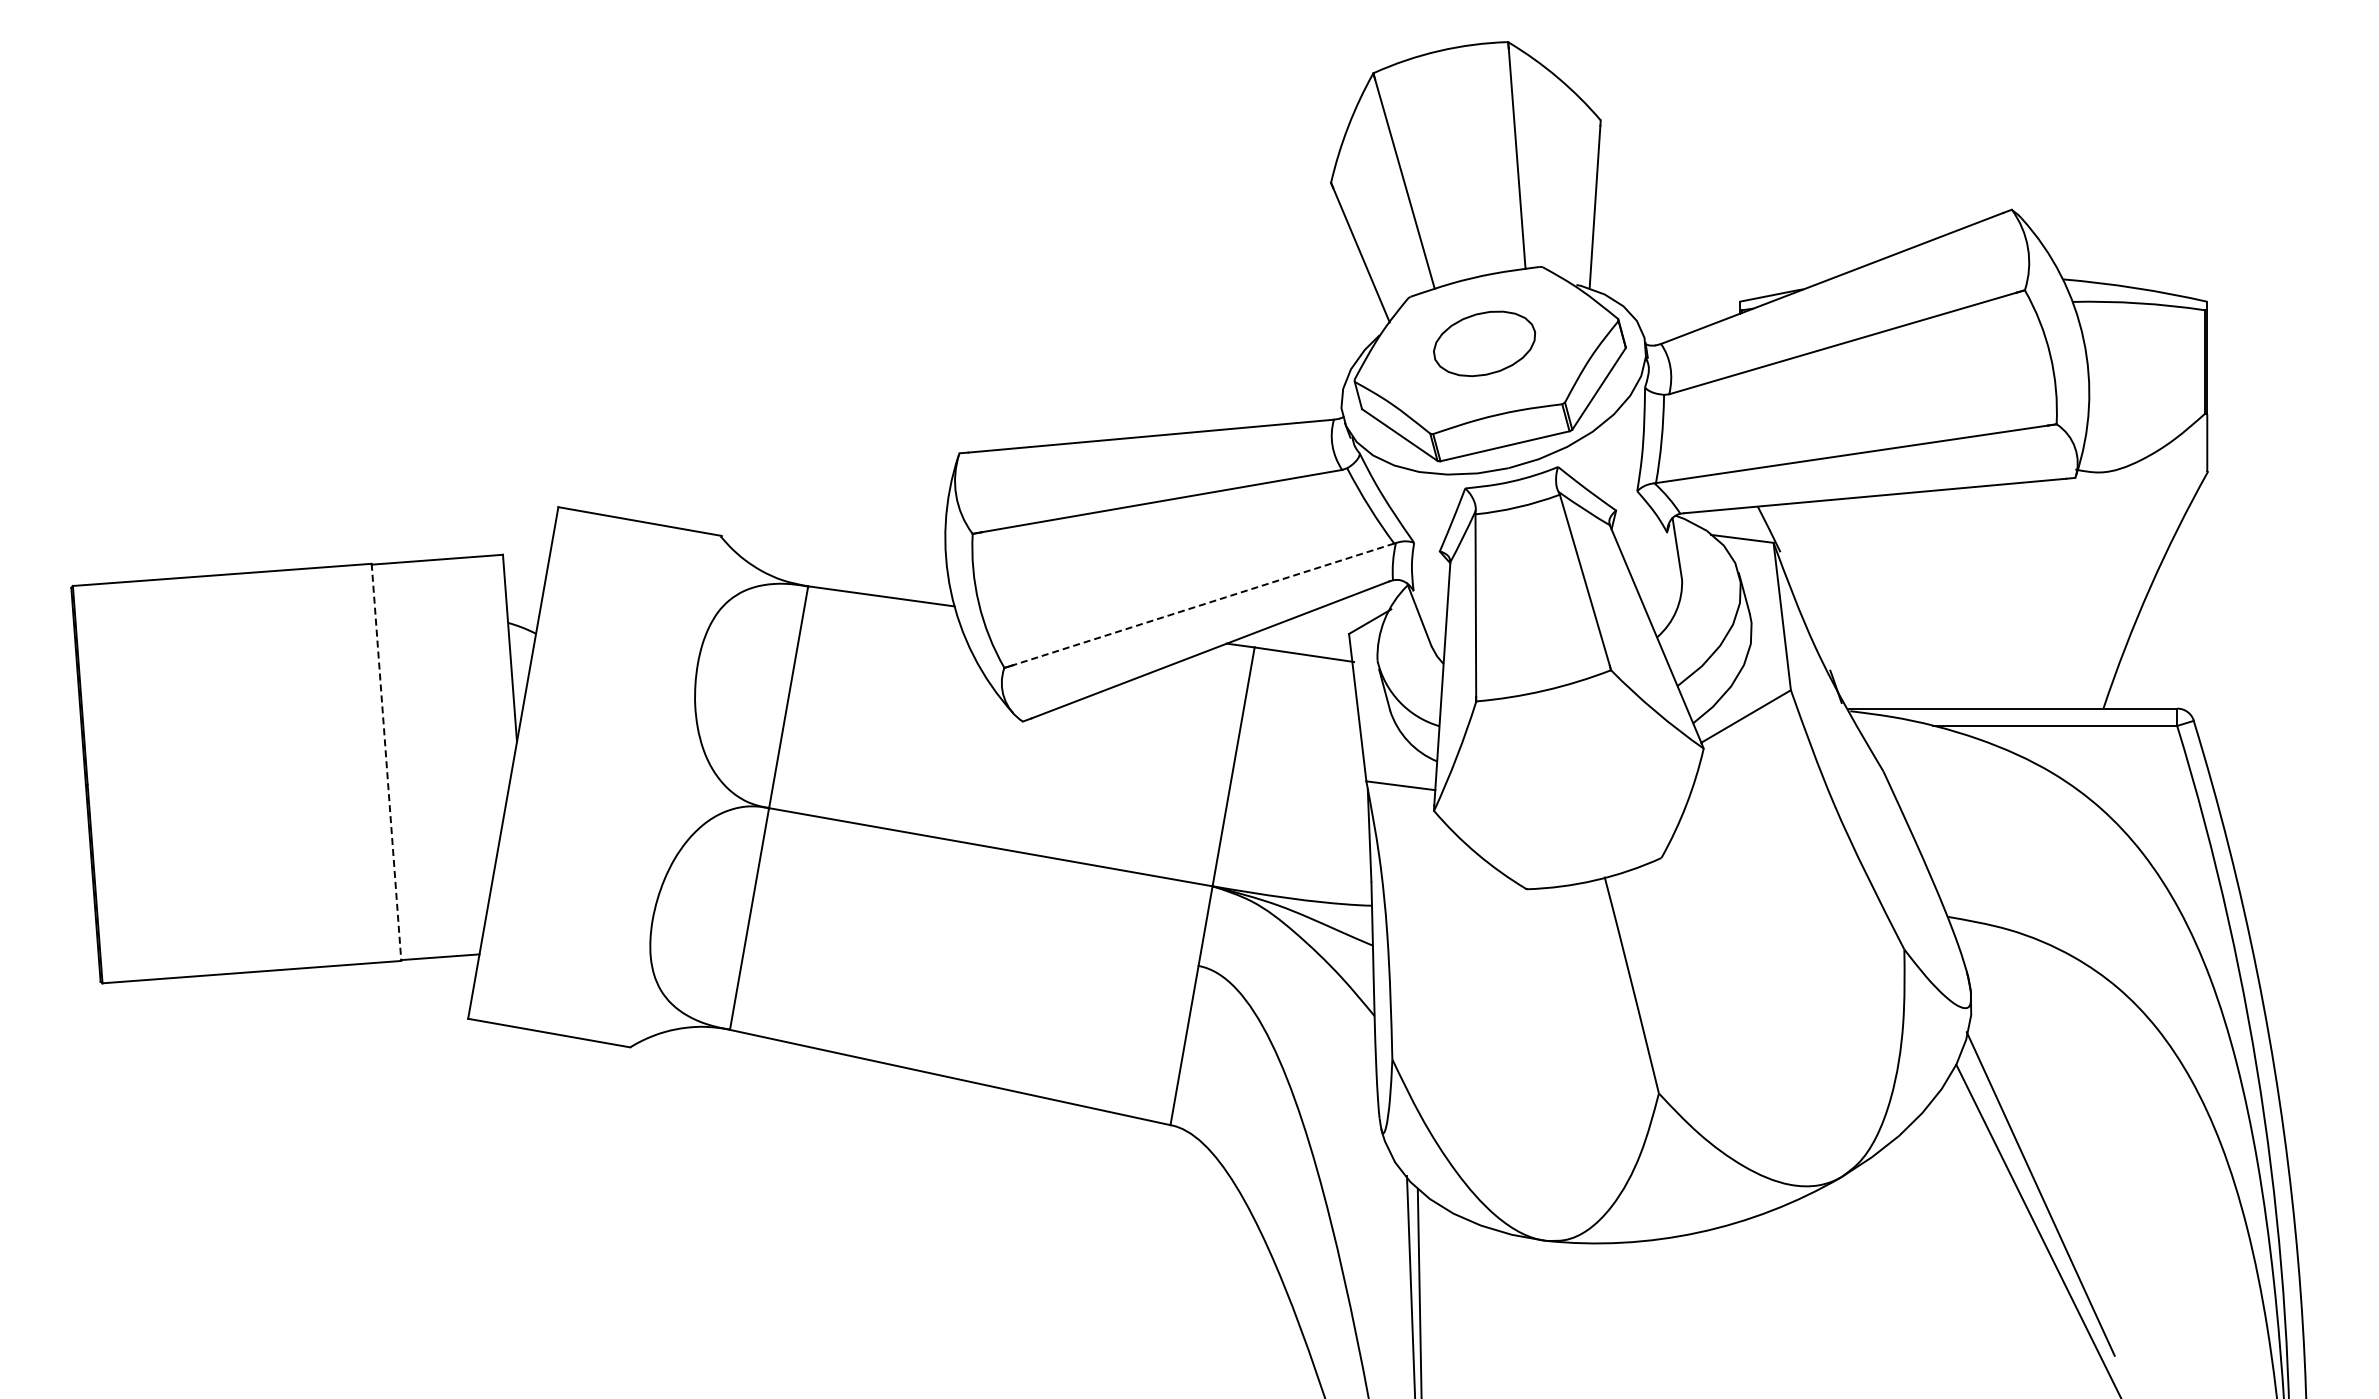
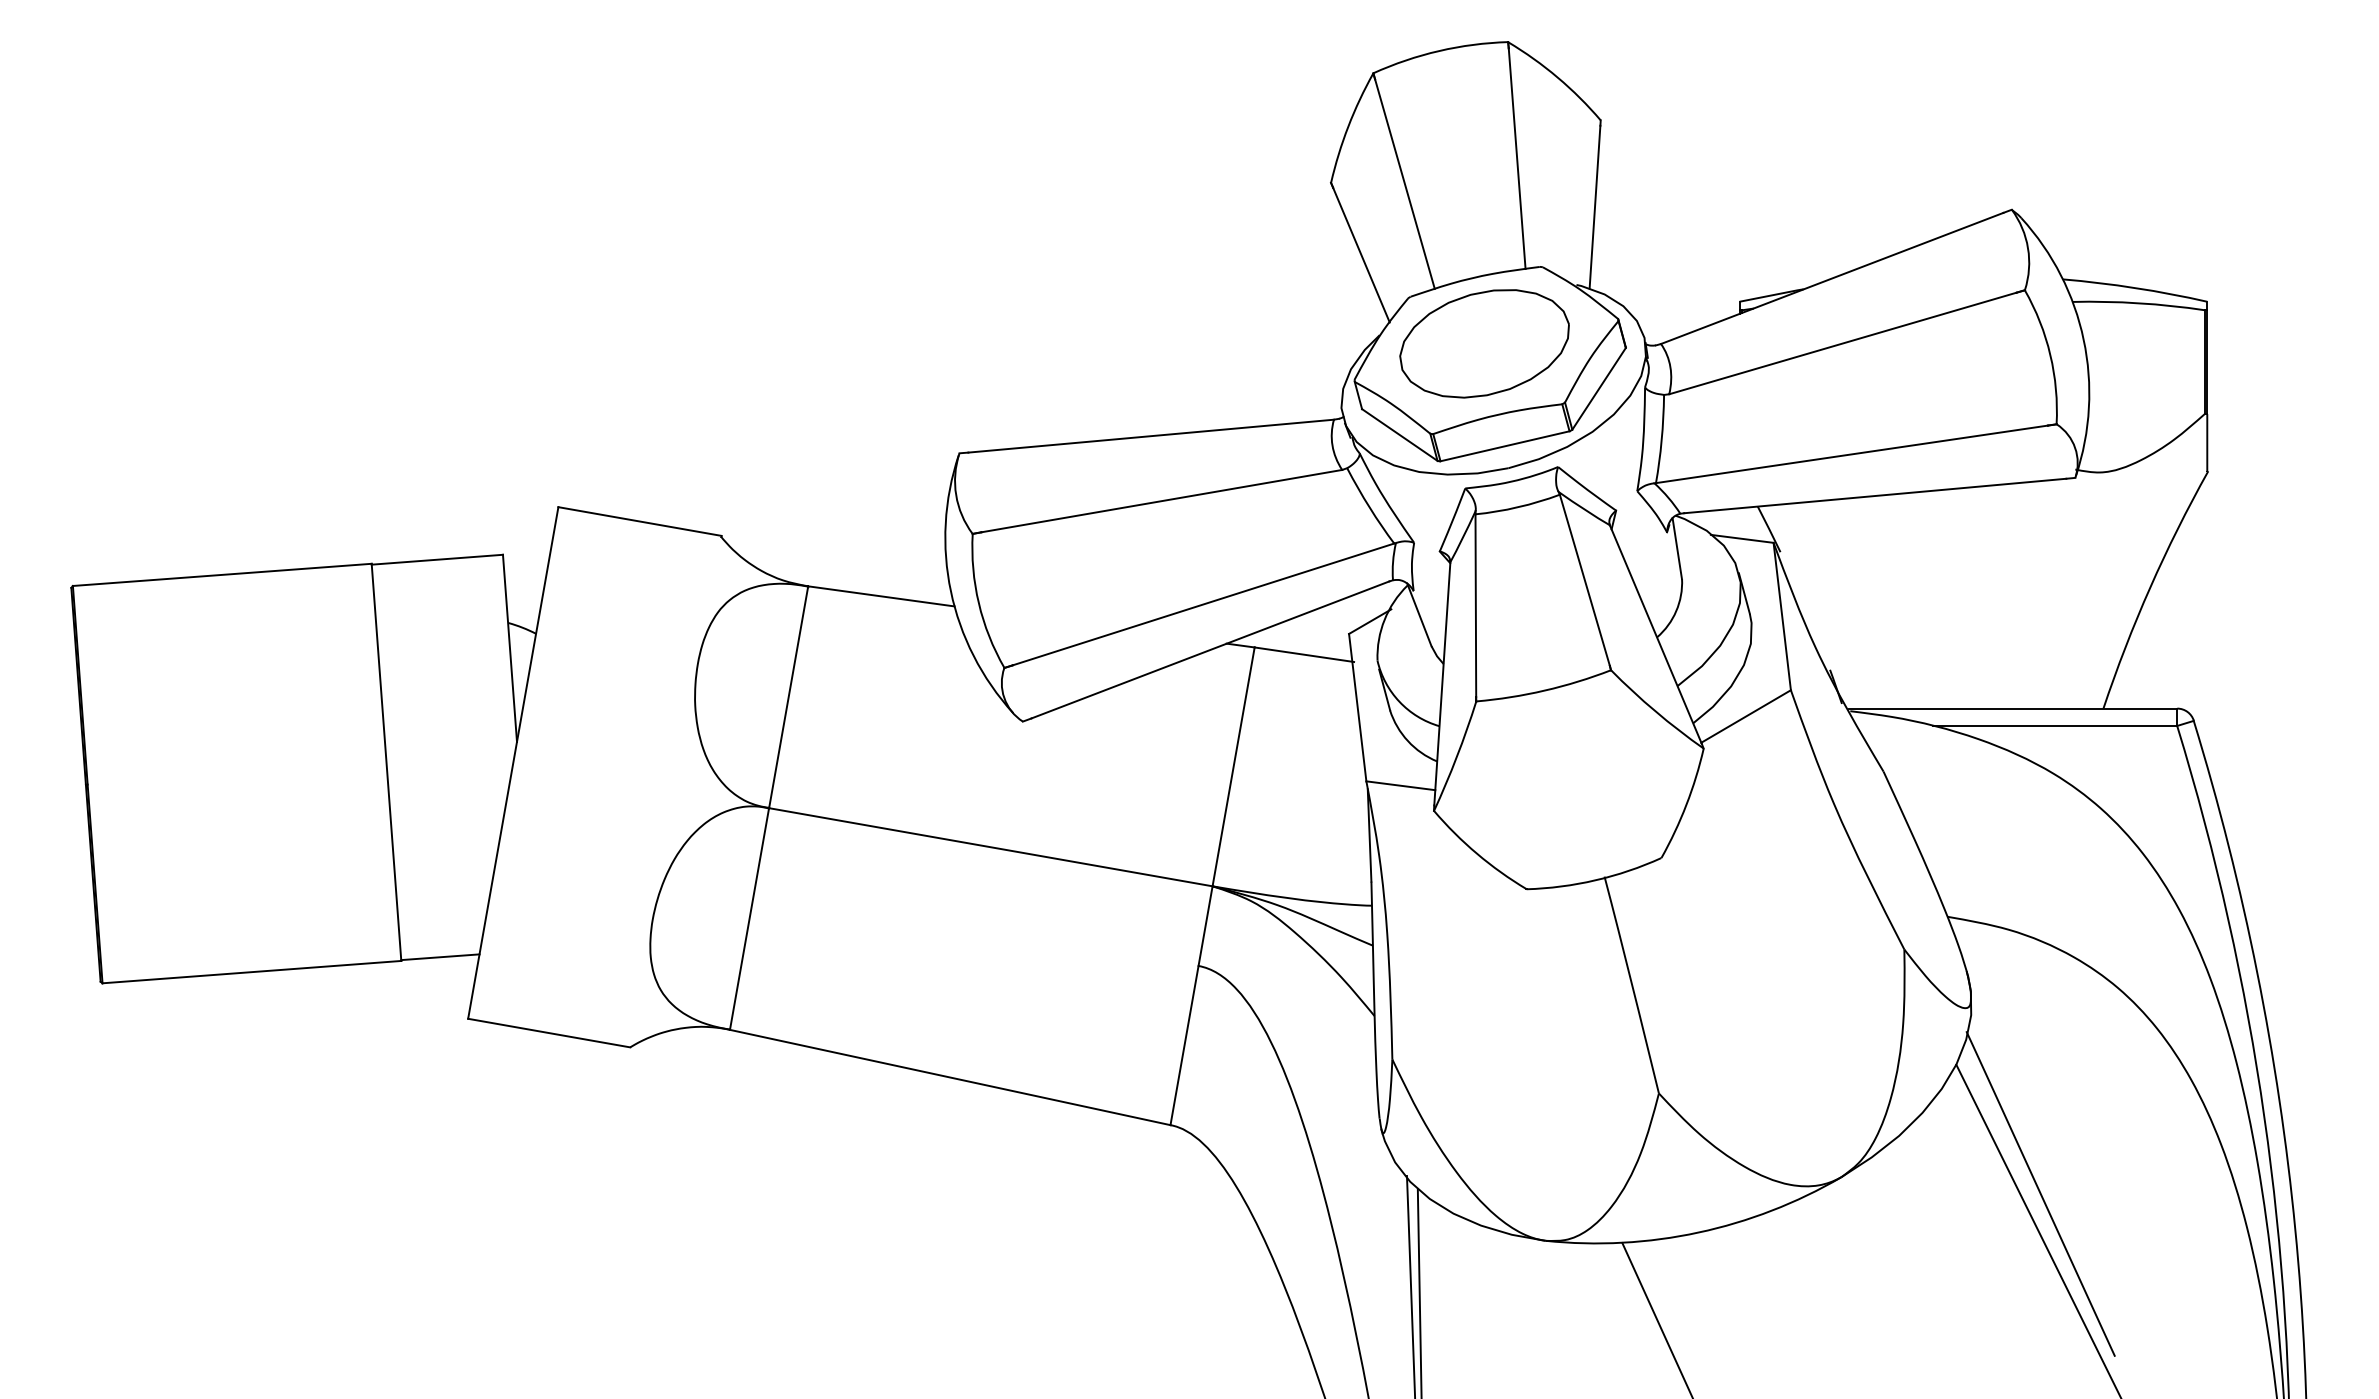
part at (1484, 343) size: 104x68 px -> 171x110 px
line at (1203, 604): dashed -> solid
line at (386, 762): dashed -> solid
line at (1656, 1319): none -> present
